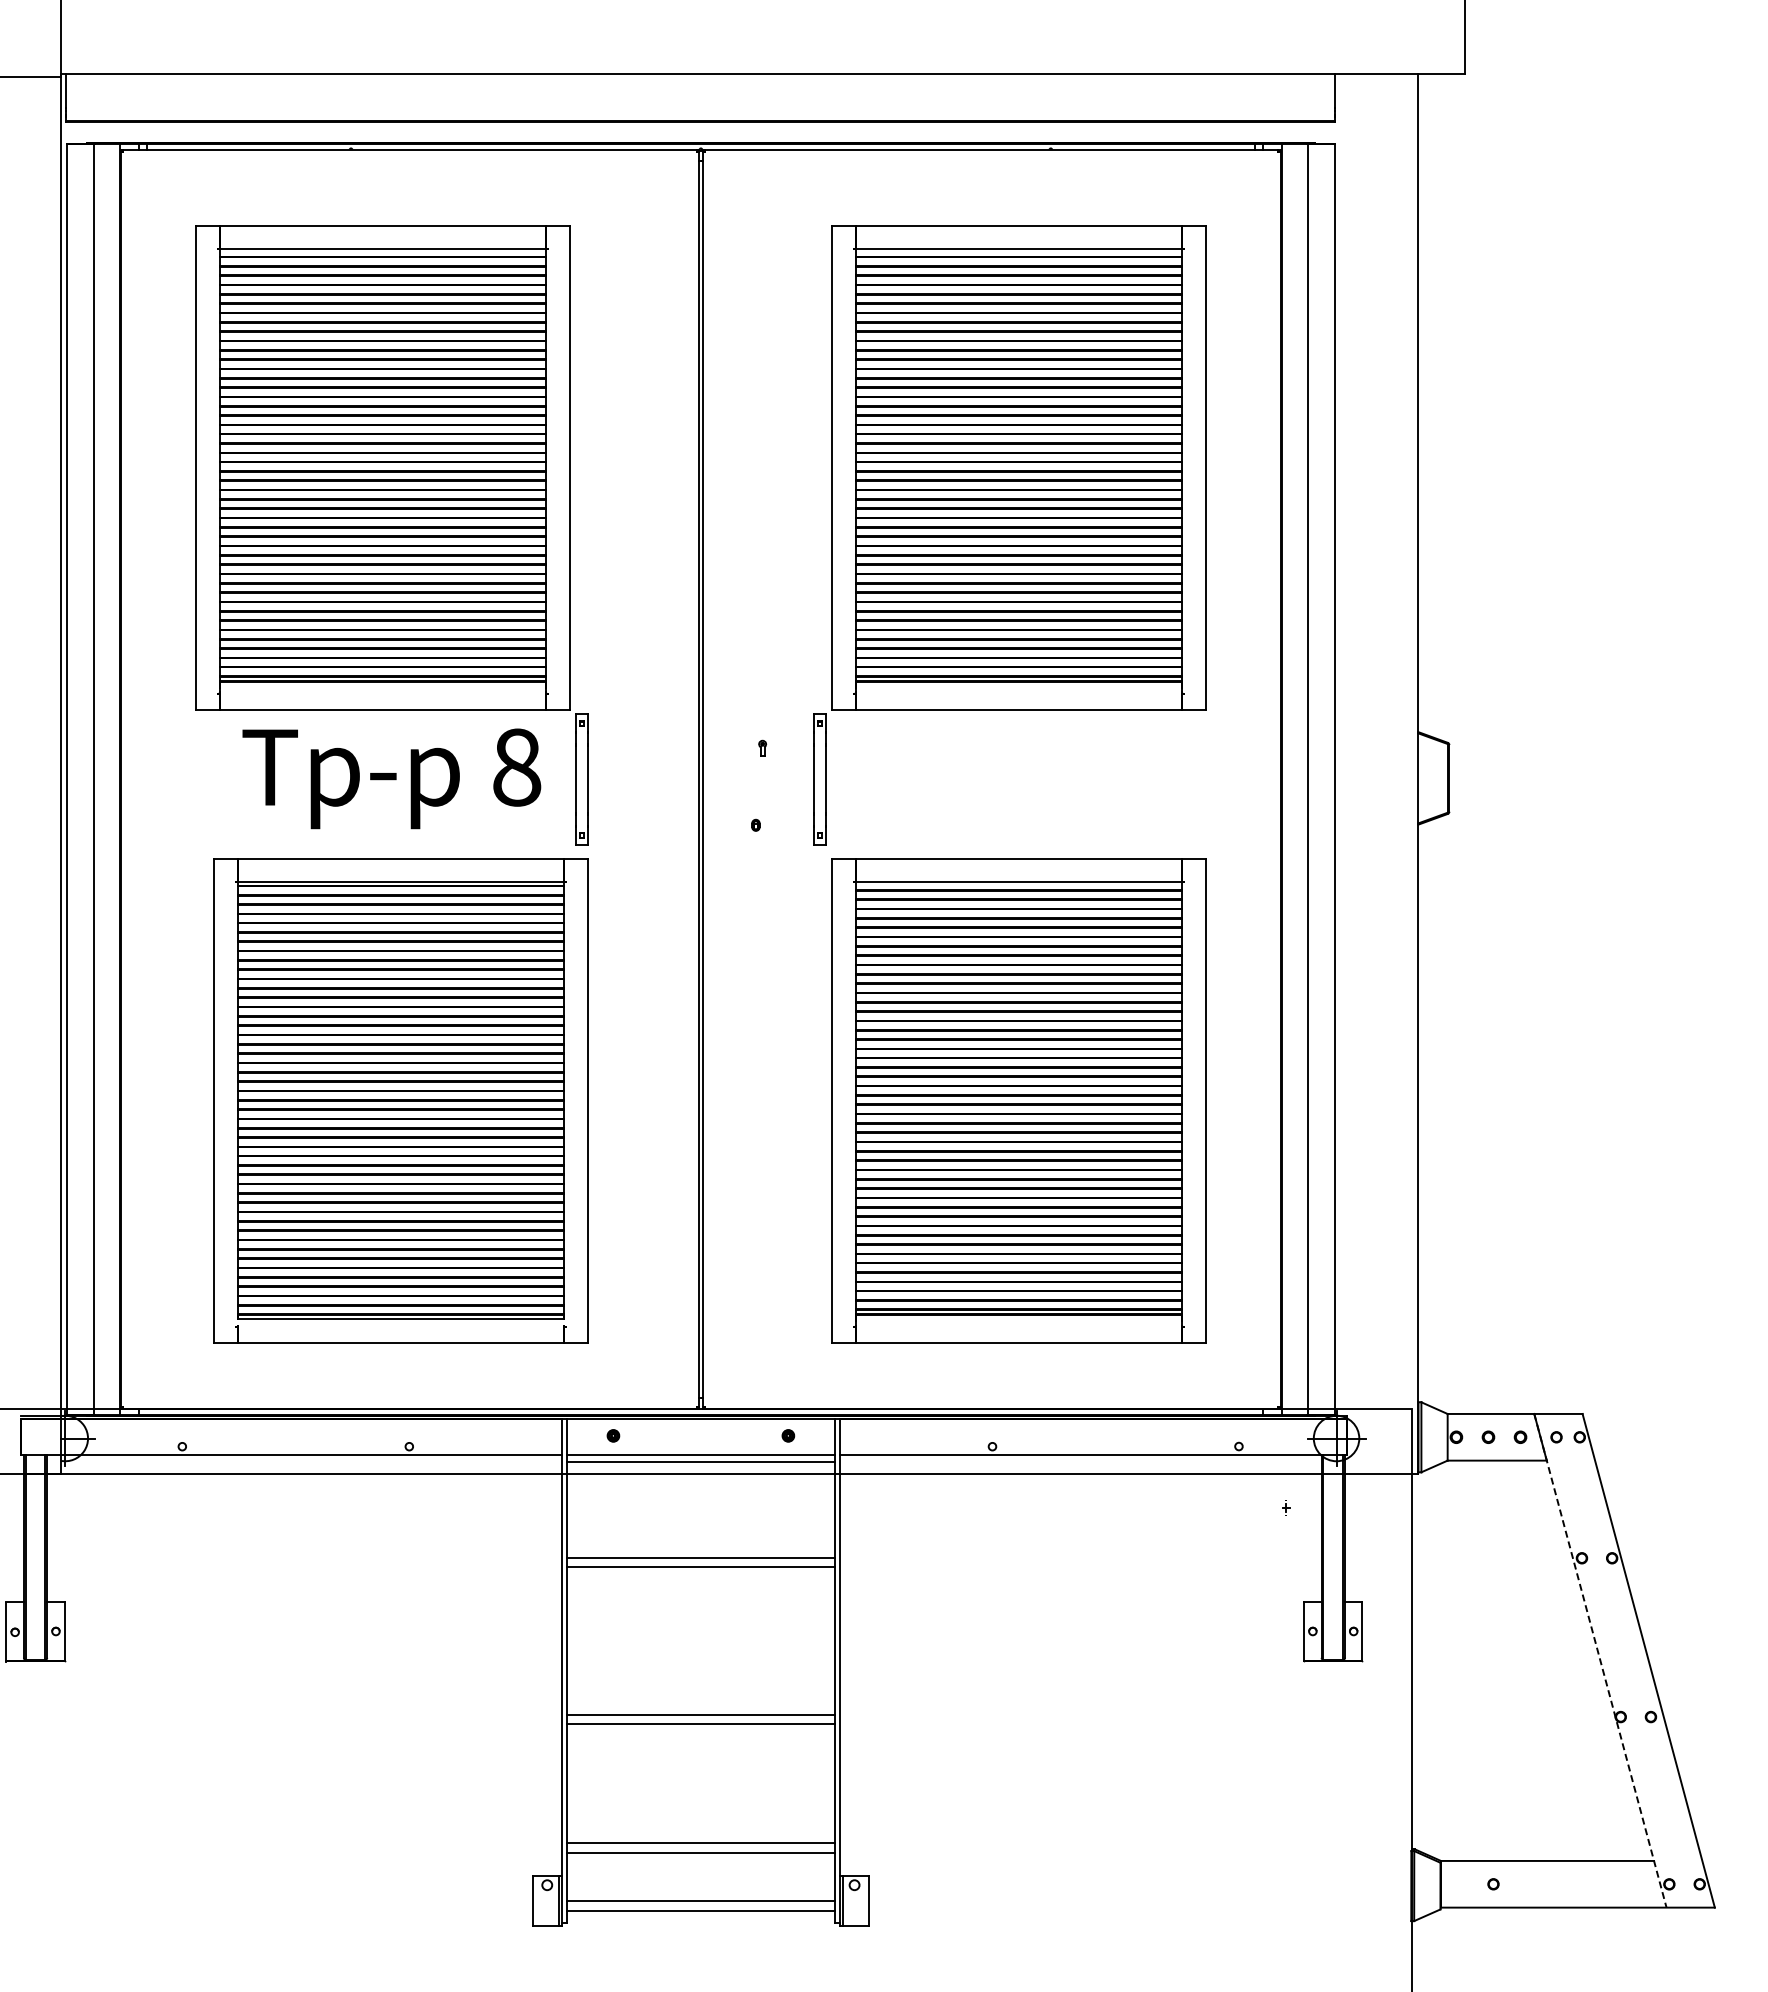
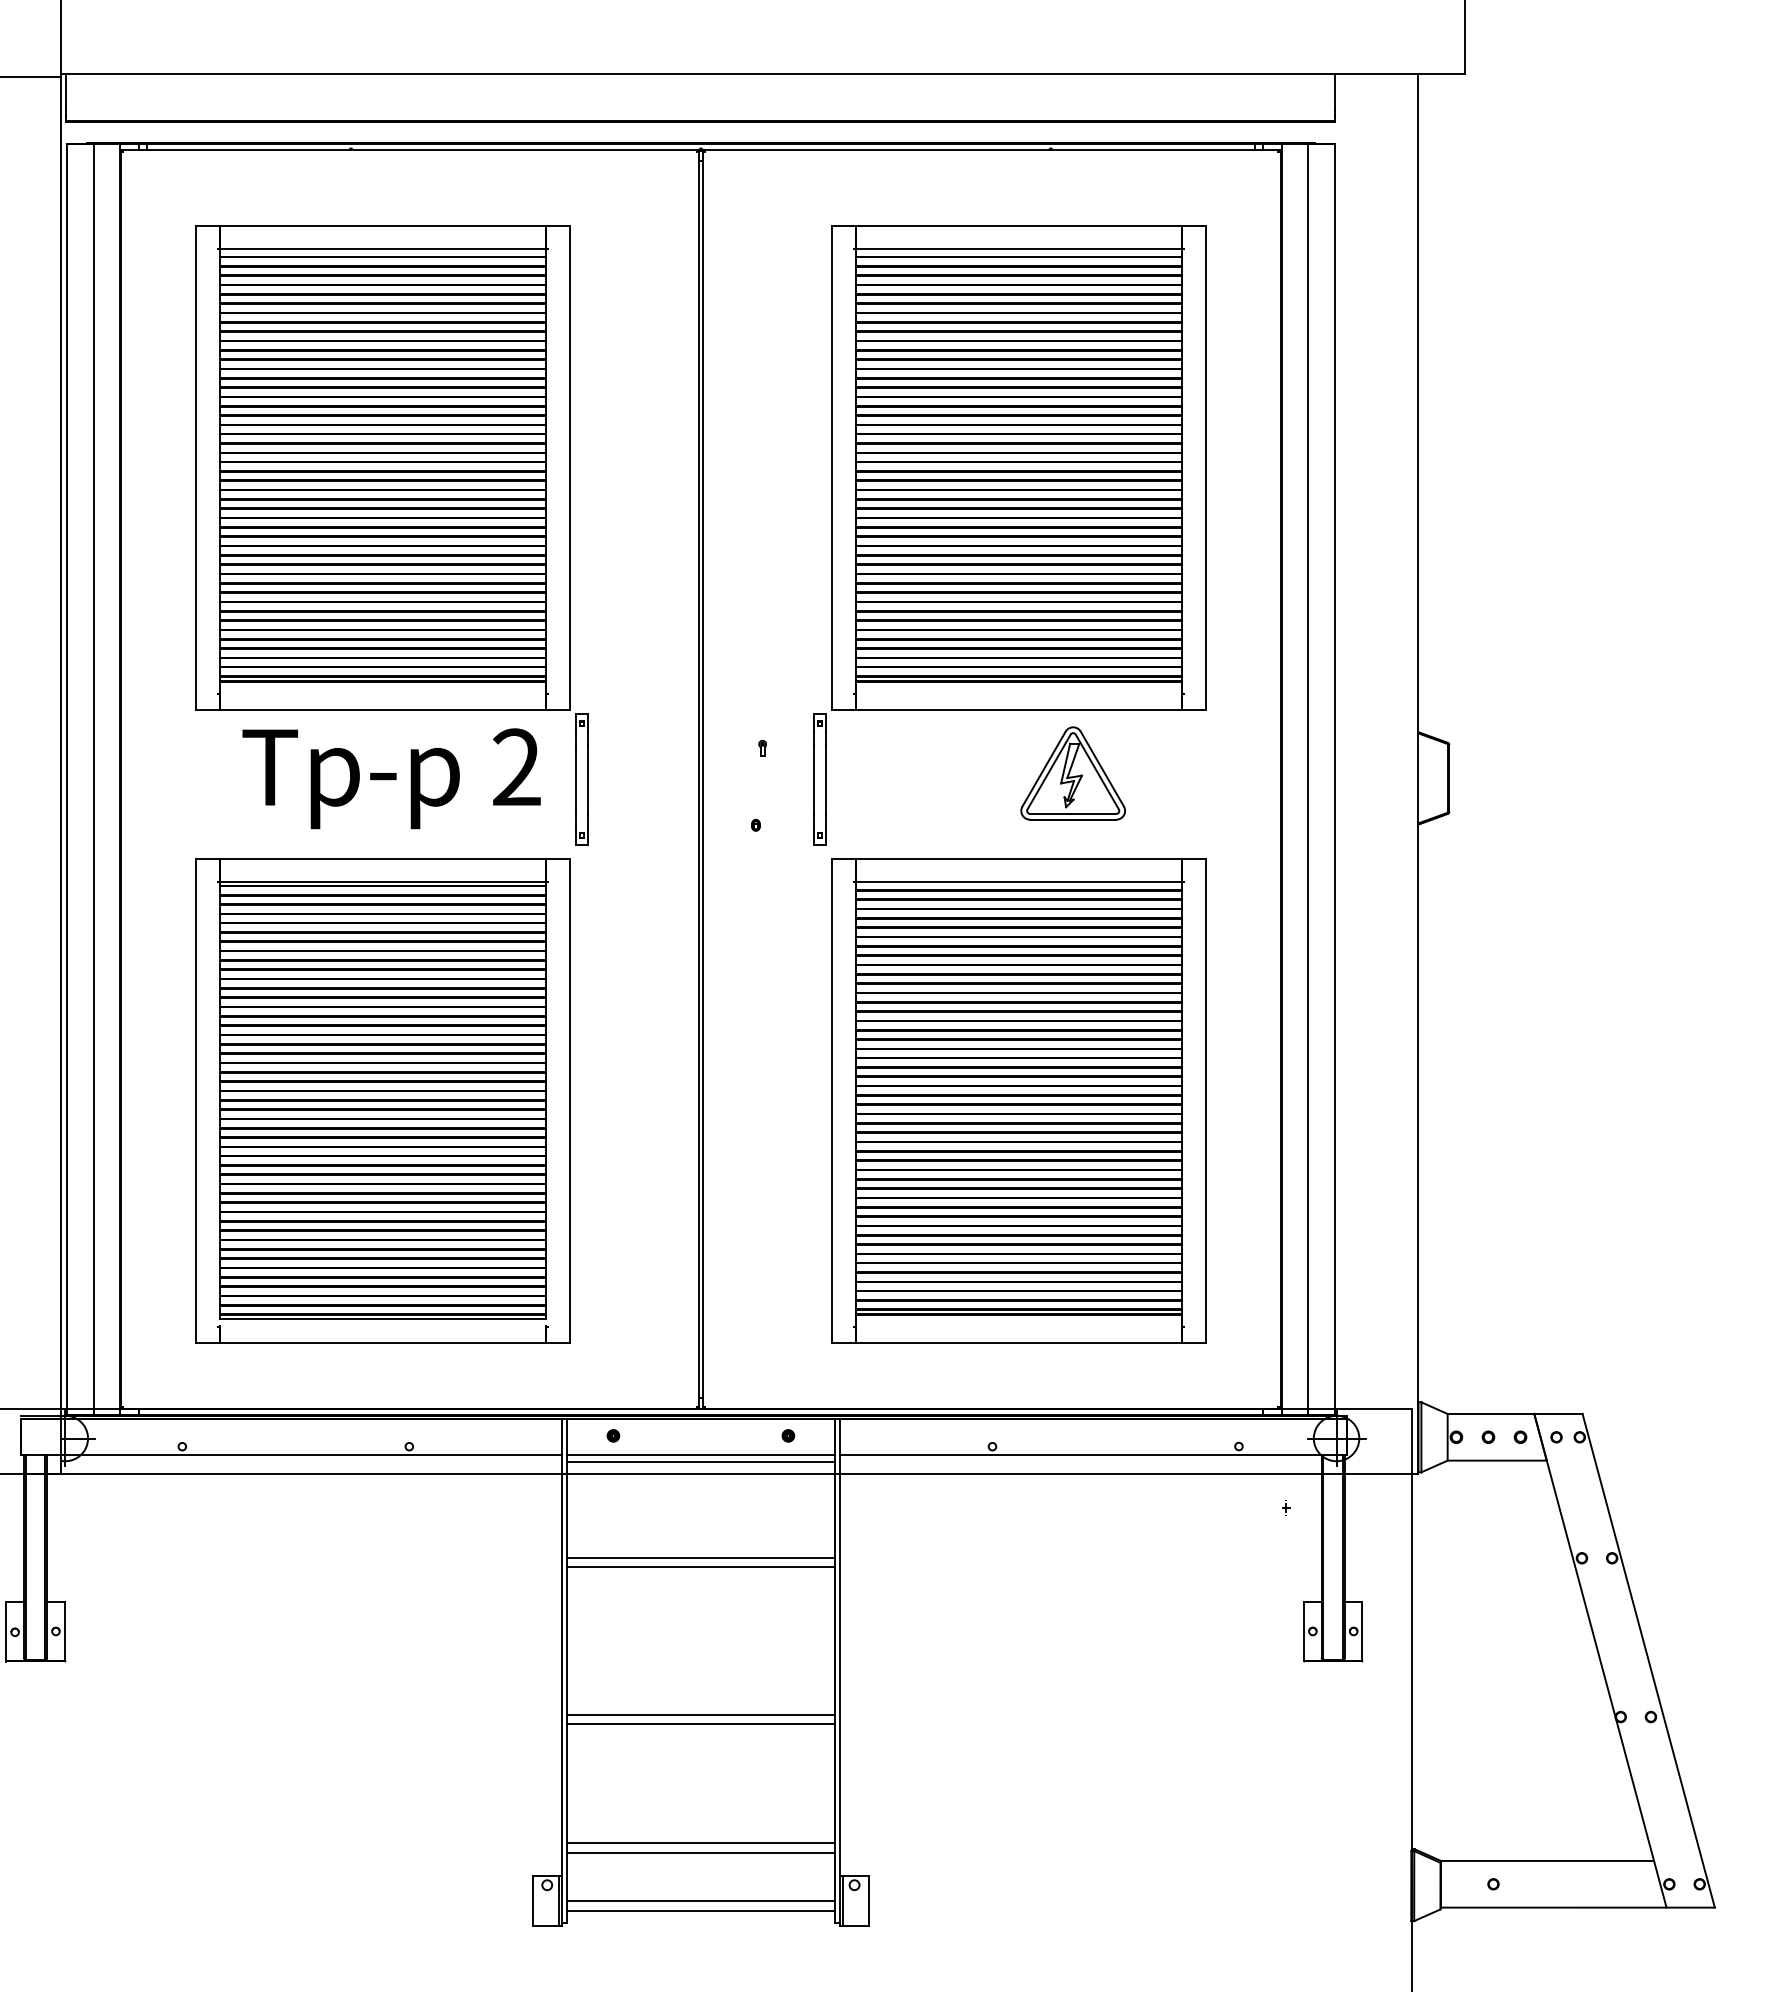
text at (517, 767): 8 -> 2
part at (1072, 773): none -> present
part at (400, 1100) position: (400, 1100) -> (382, 1100)
line at (1600, 1660): dashed -> solid
